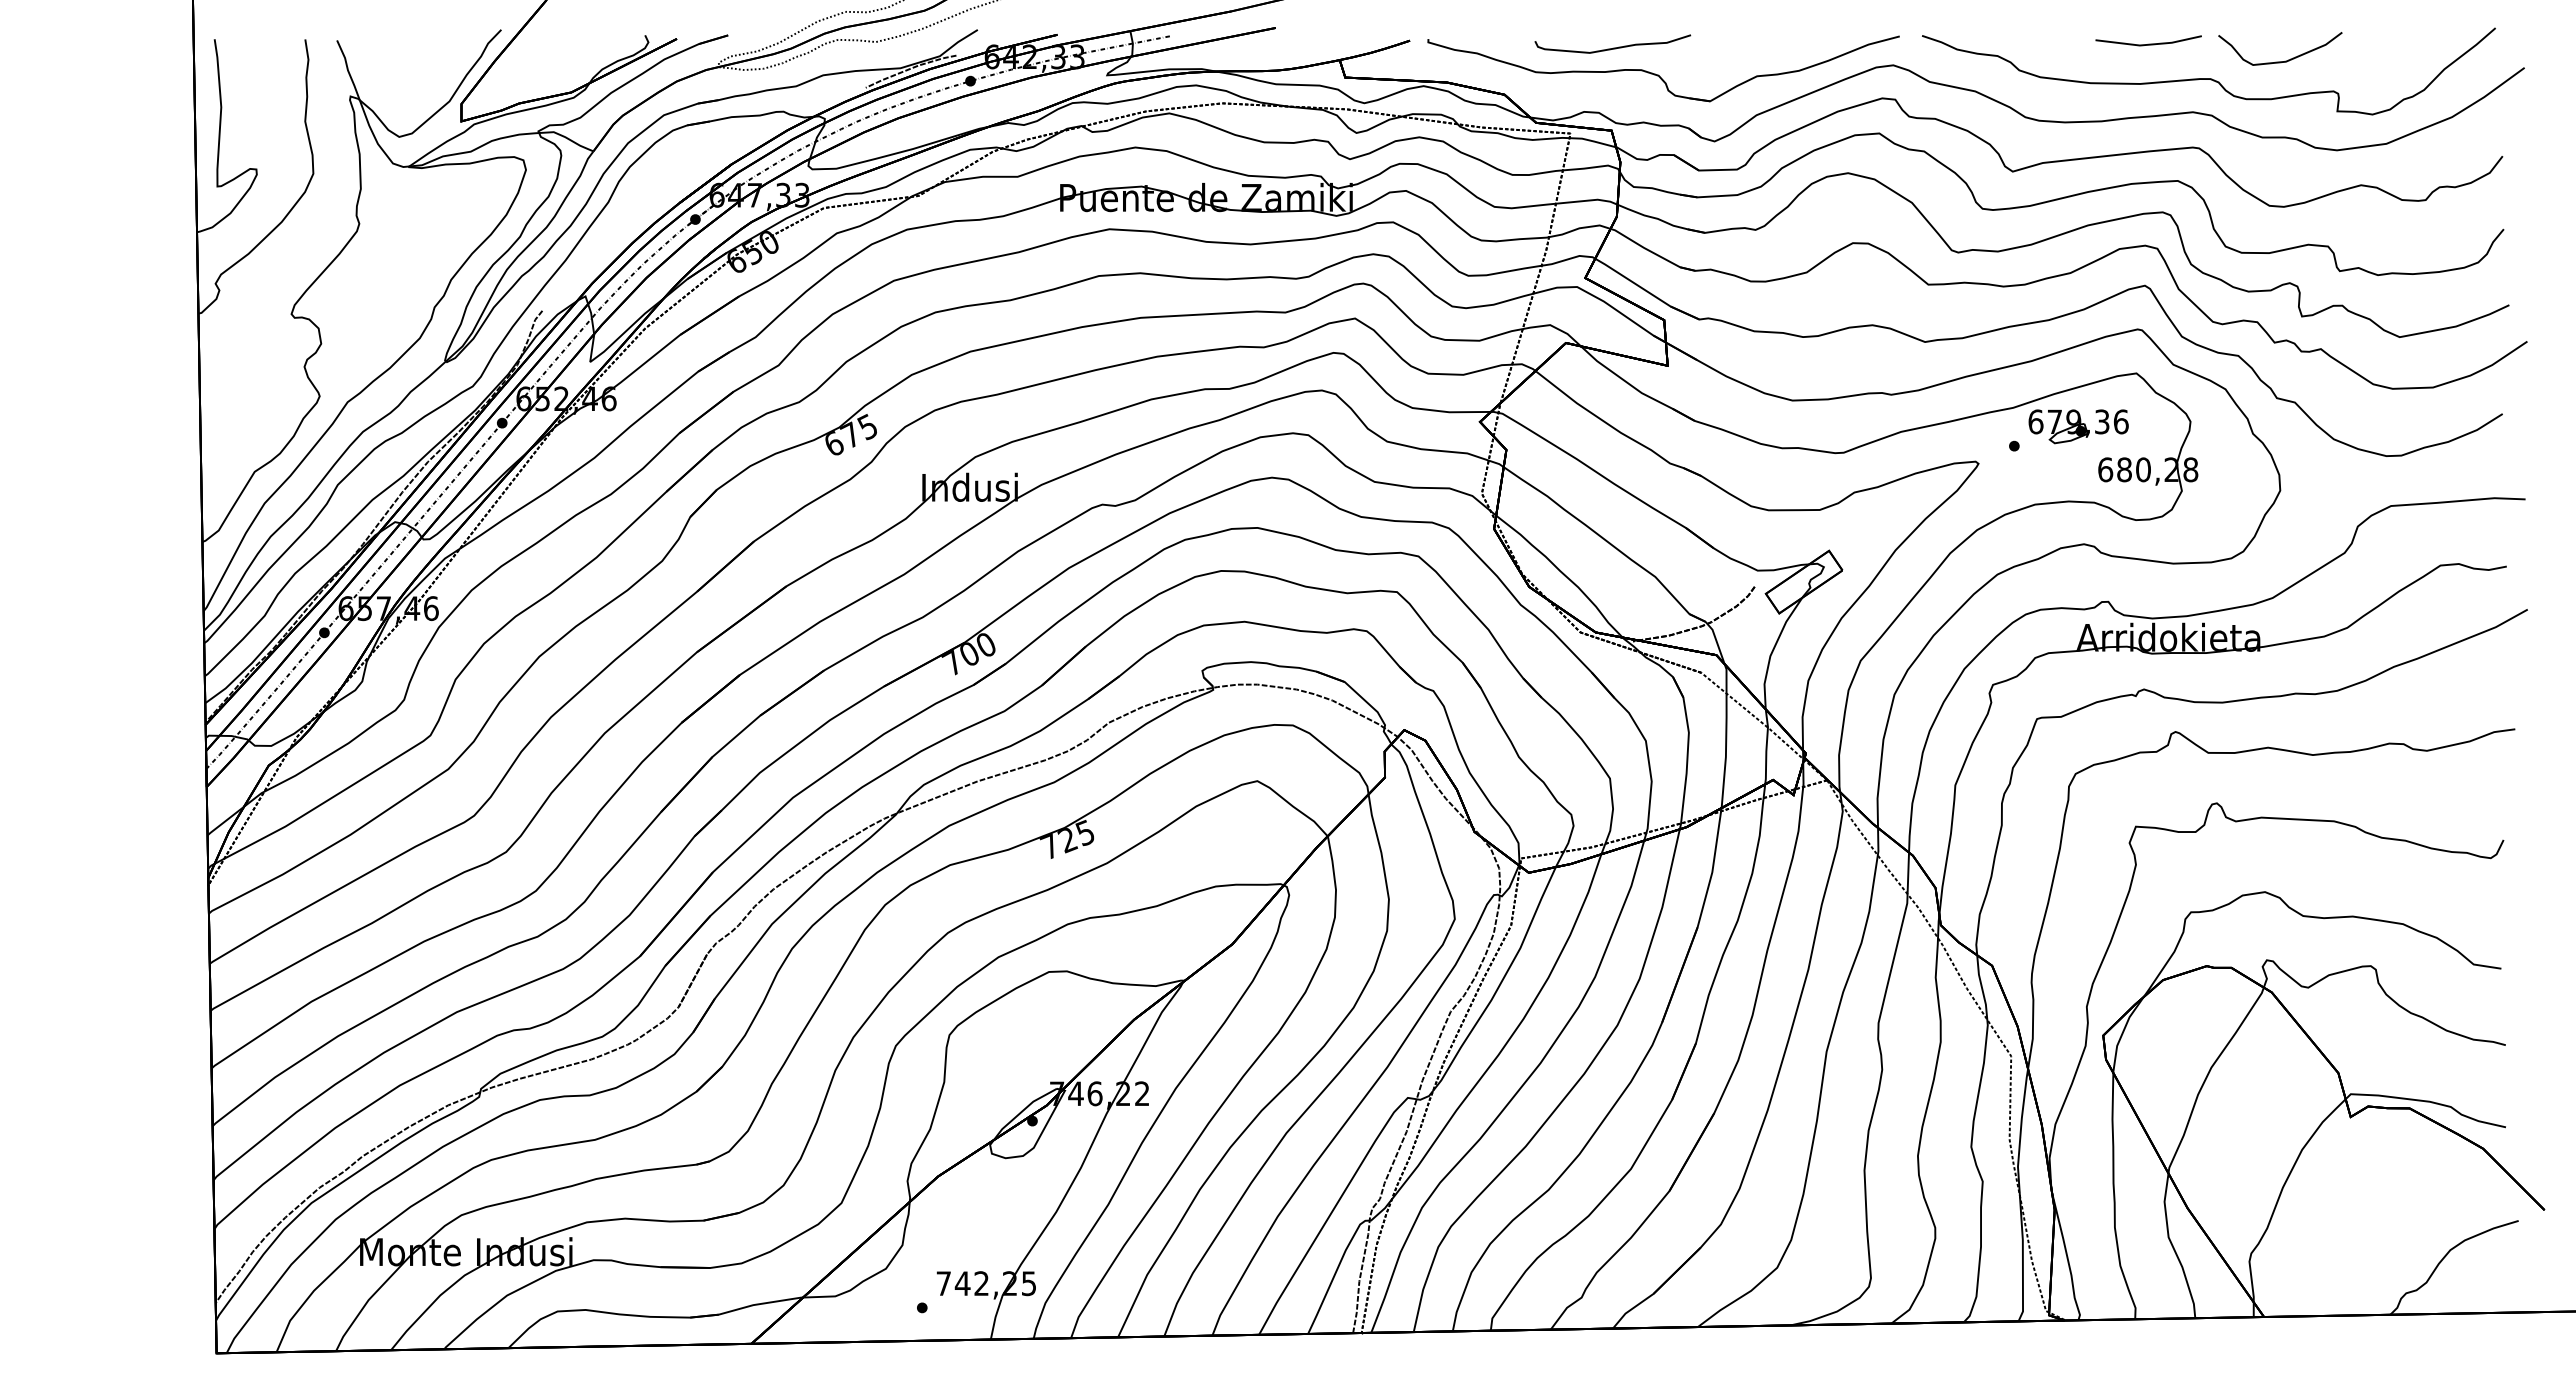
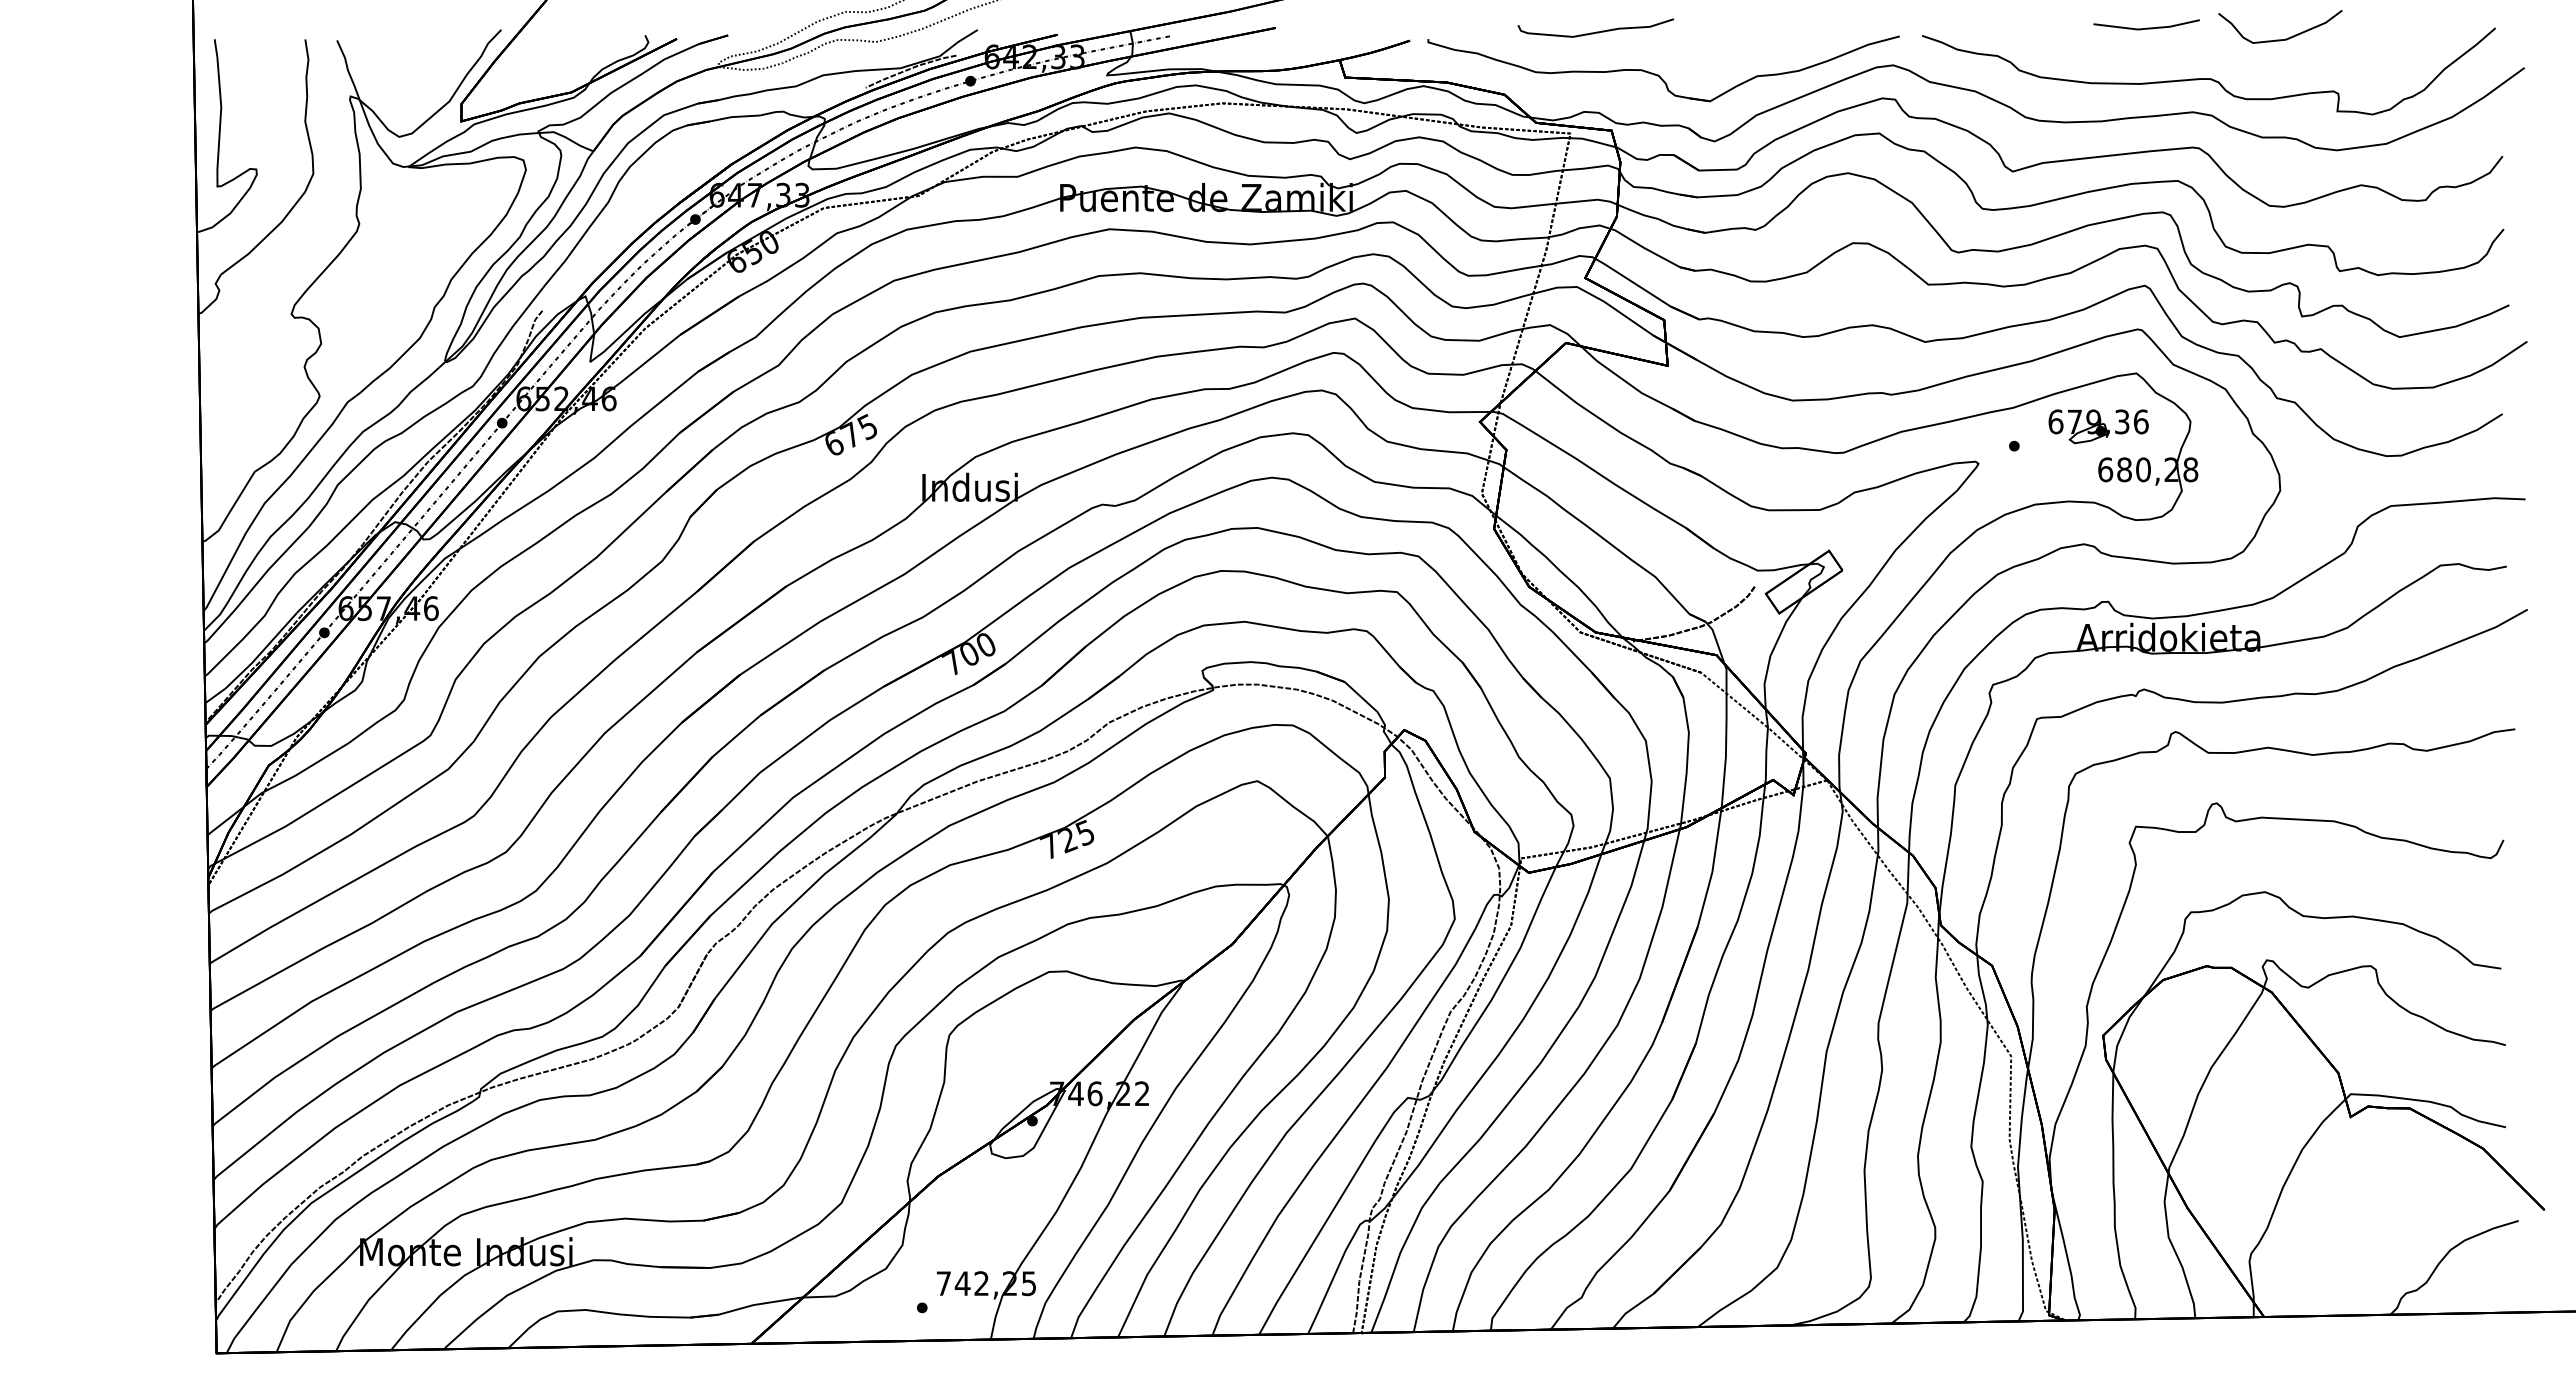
line at (2148, 43) position: (2148, 43) -> (2146, 27)
curve at (1613, 47) position: (1613, 47) -> (1596, 31)
curve at (2285, 60) position: (2285, 60) -> (2285, 38)
part at (2078, 426) position: (2078, 426) -> (2098, 426)
